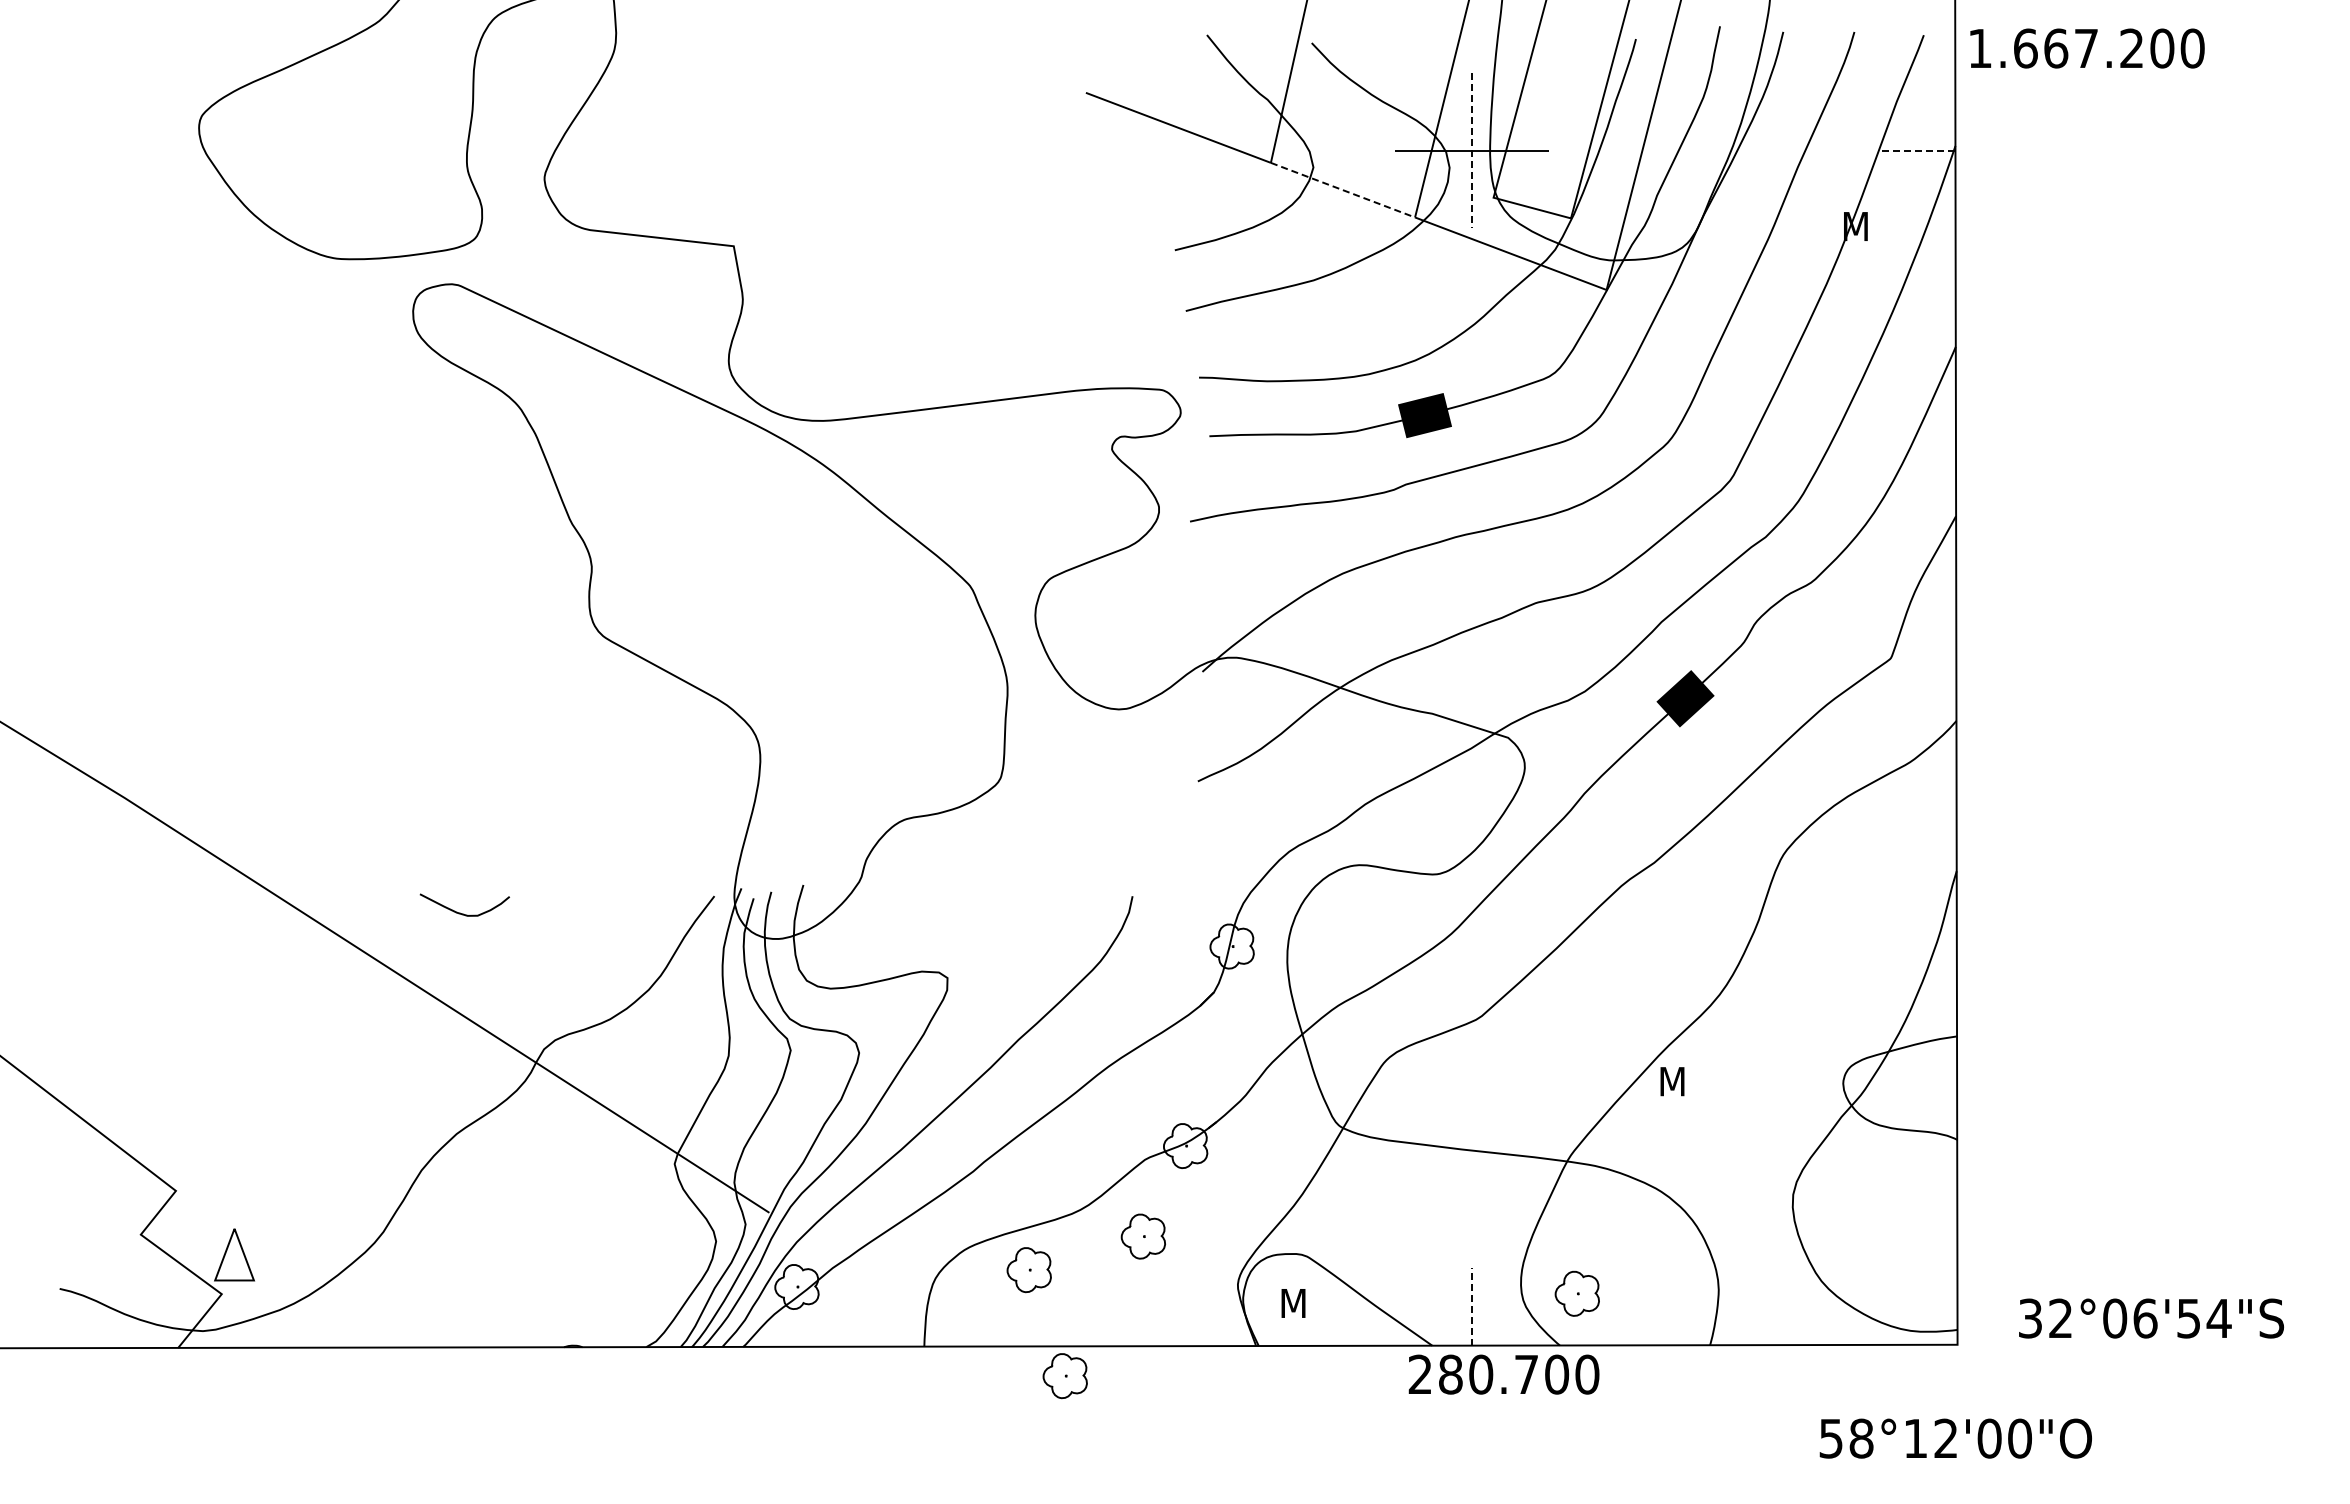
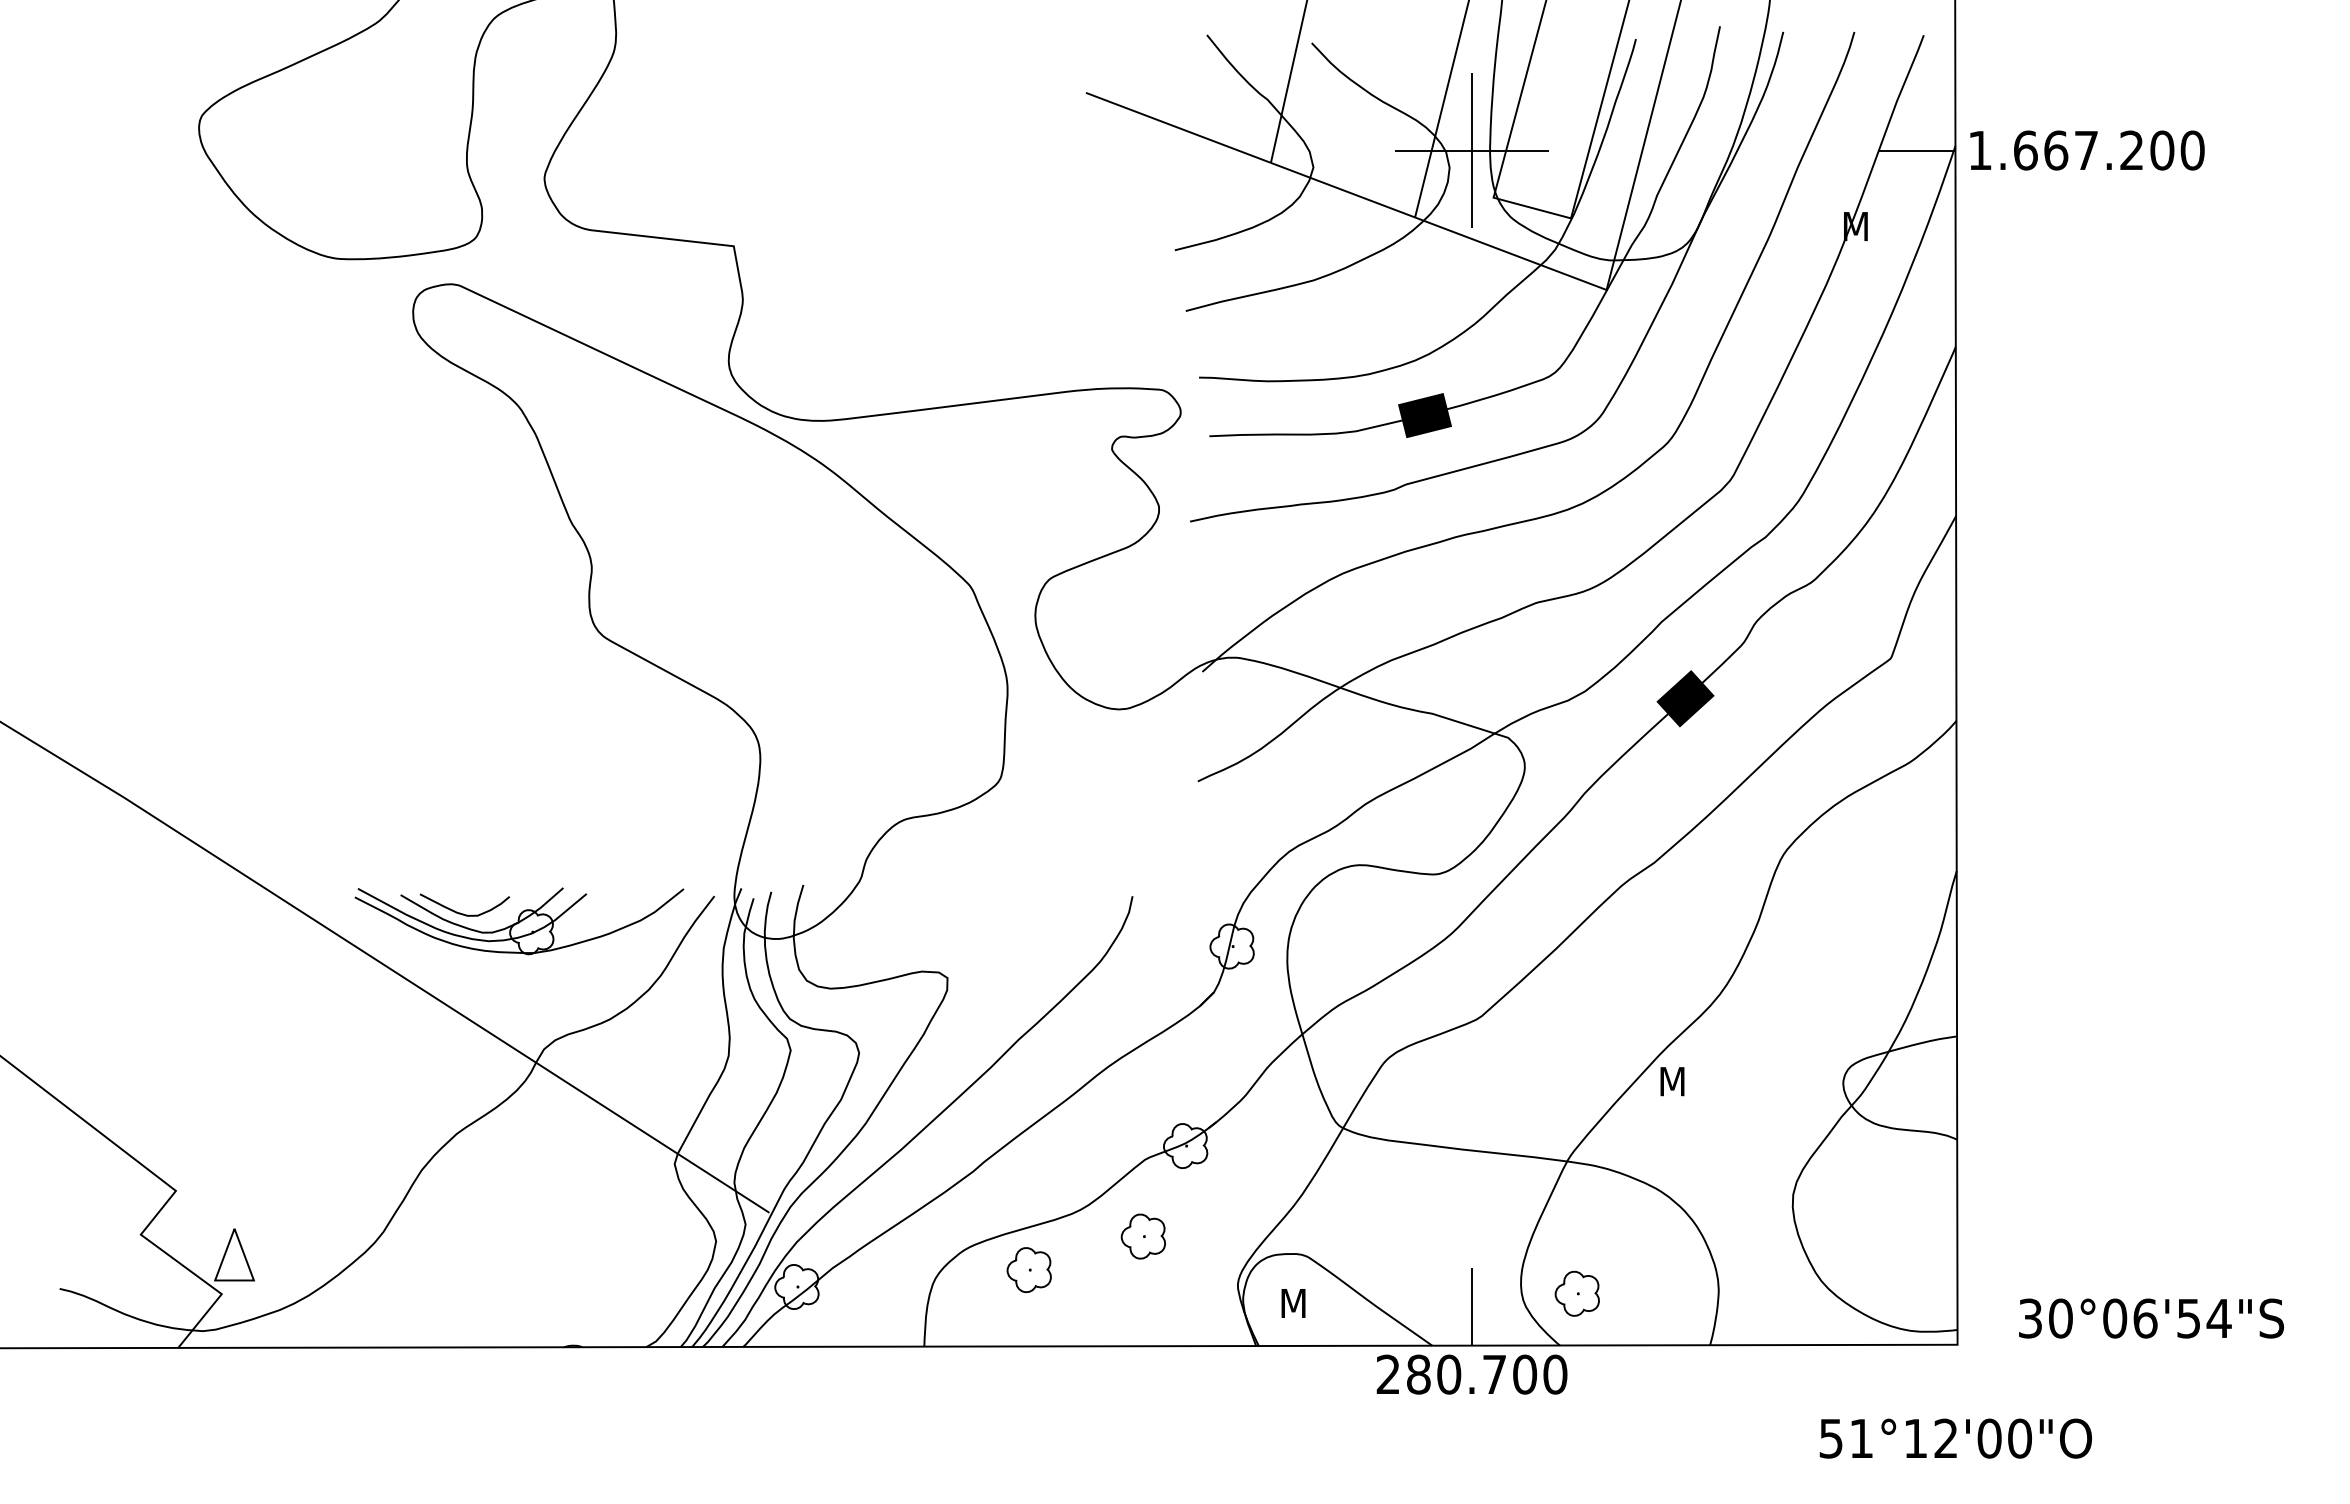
text at (2087, 48) position: (2087, 48) -> (2087, 150)
line at (1916, 150): dashed -> solid
line at (1471, 151): dashed -> solid
line at (1343, 190): dashed -> solid
part at (519, 921): none -> present
line at (1471, 1306): dashed -> solid
text at (2060, 1318): 32°06'54"S -> 30°06'54"S
text at (1503, 1374) position: (1503, 1374) -> (1471, 1374)
part at (1064, 1376): present -> none
text at (1861, 1438): 58°12'00"O -> 51°12'00"O
